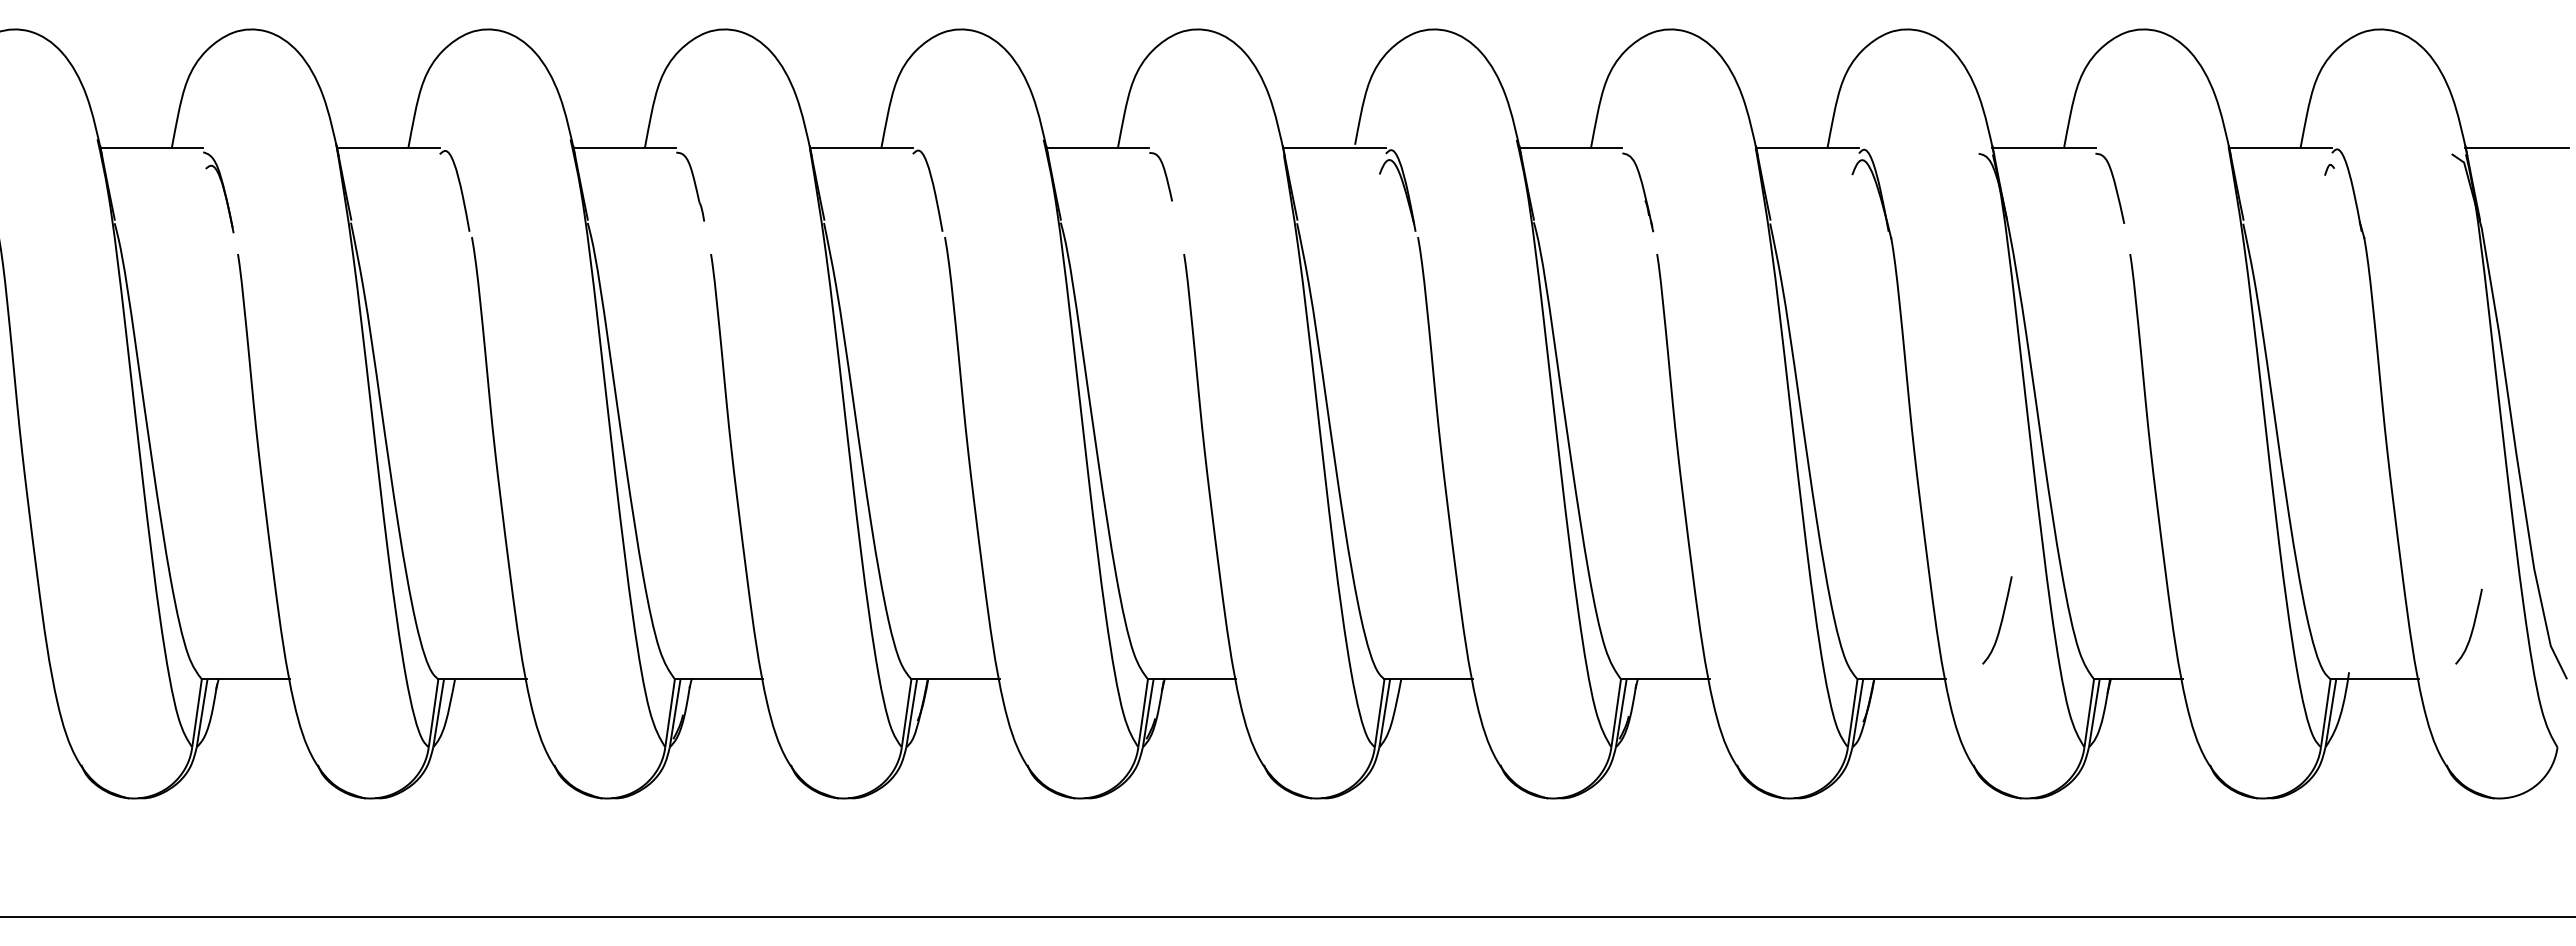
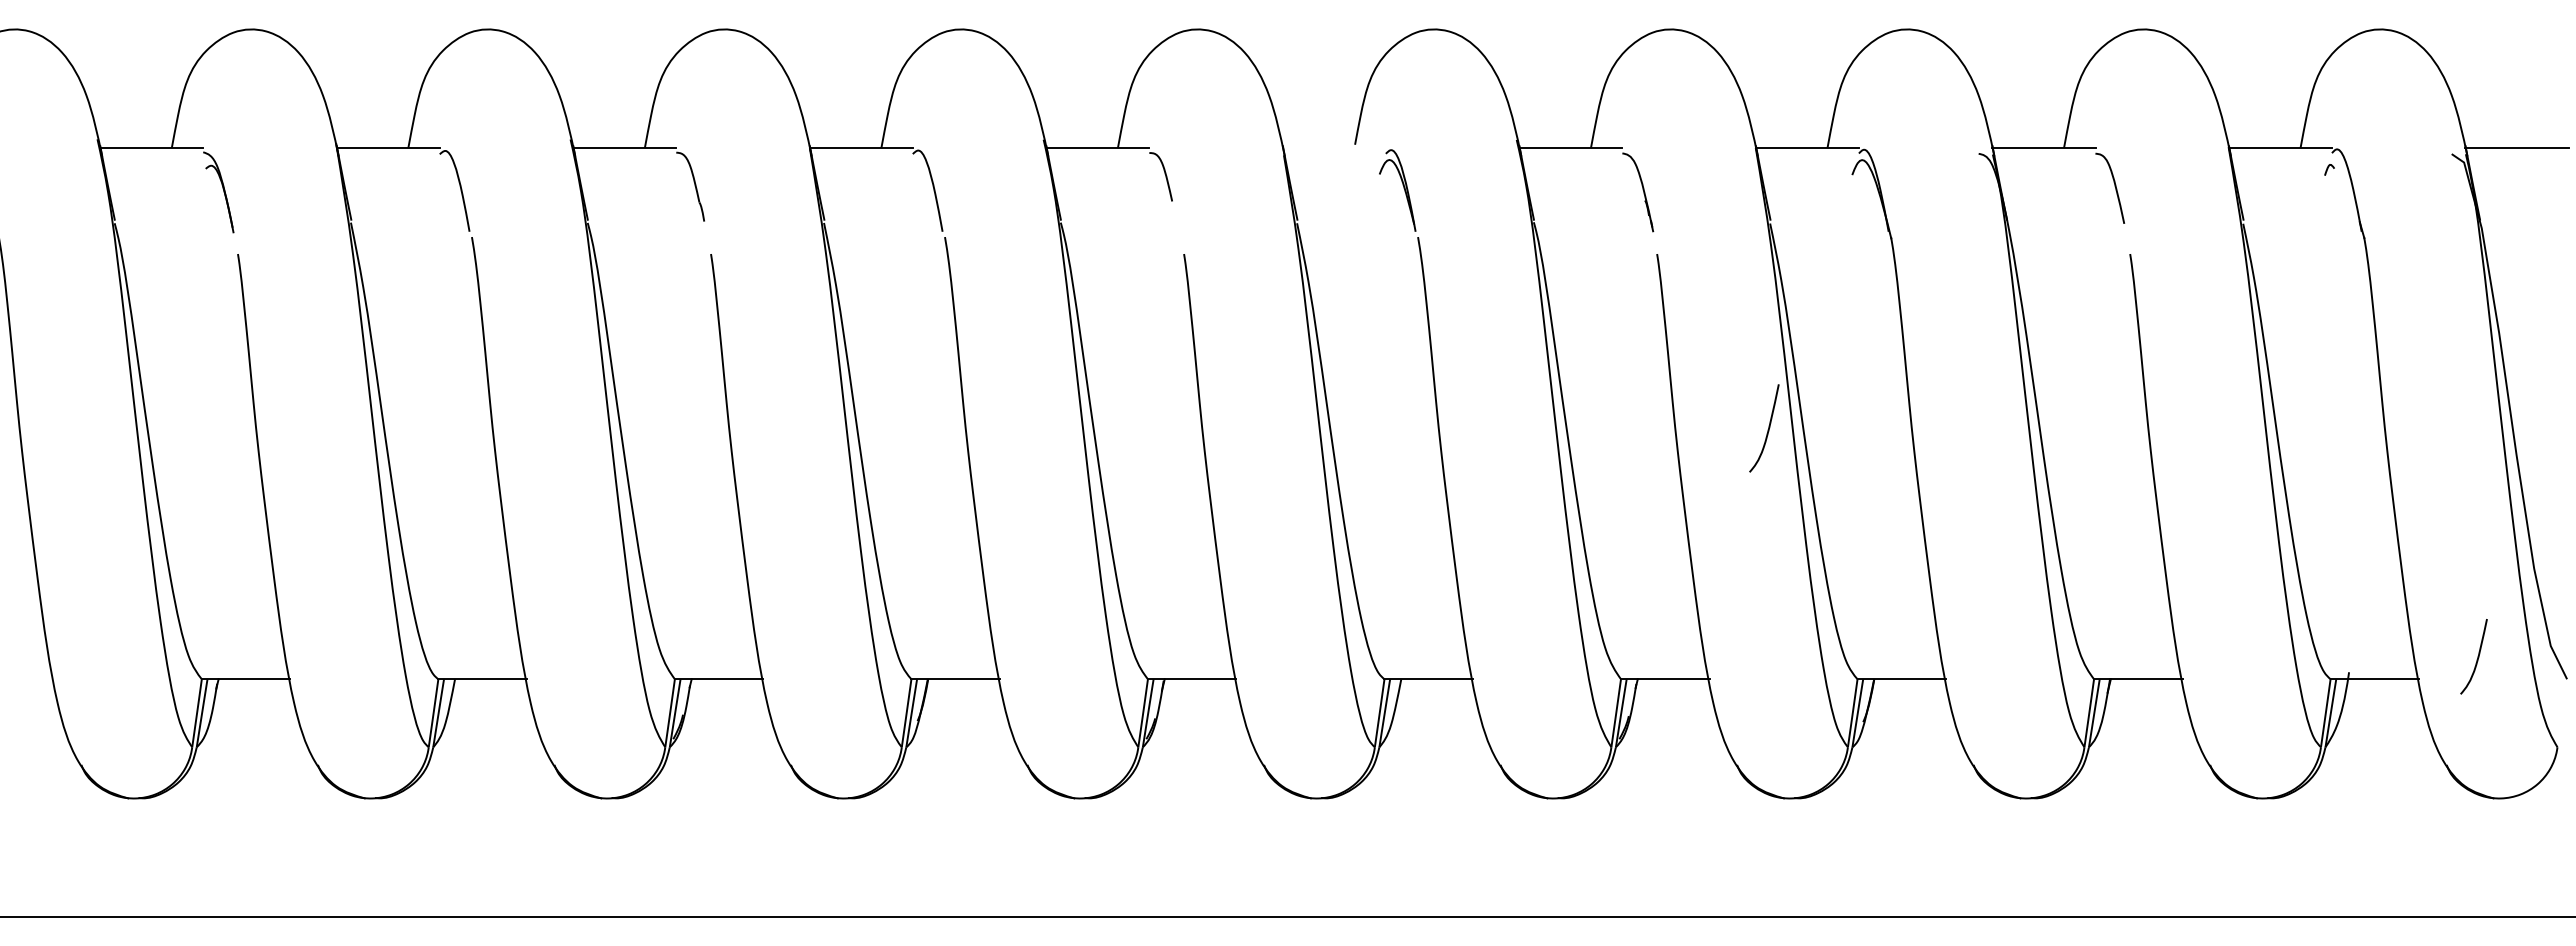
line at (1333, 148): present -> none
curve at (2000, 621) position: (2000, 621) -> (1767, 429)
curve at (2472, 626) position: (2472, 626) -> (2477, 656)
